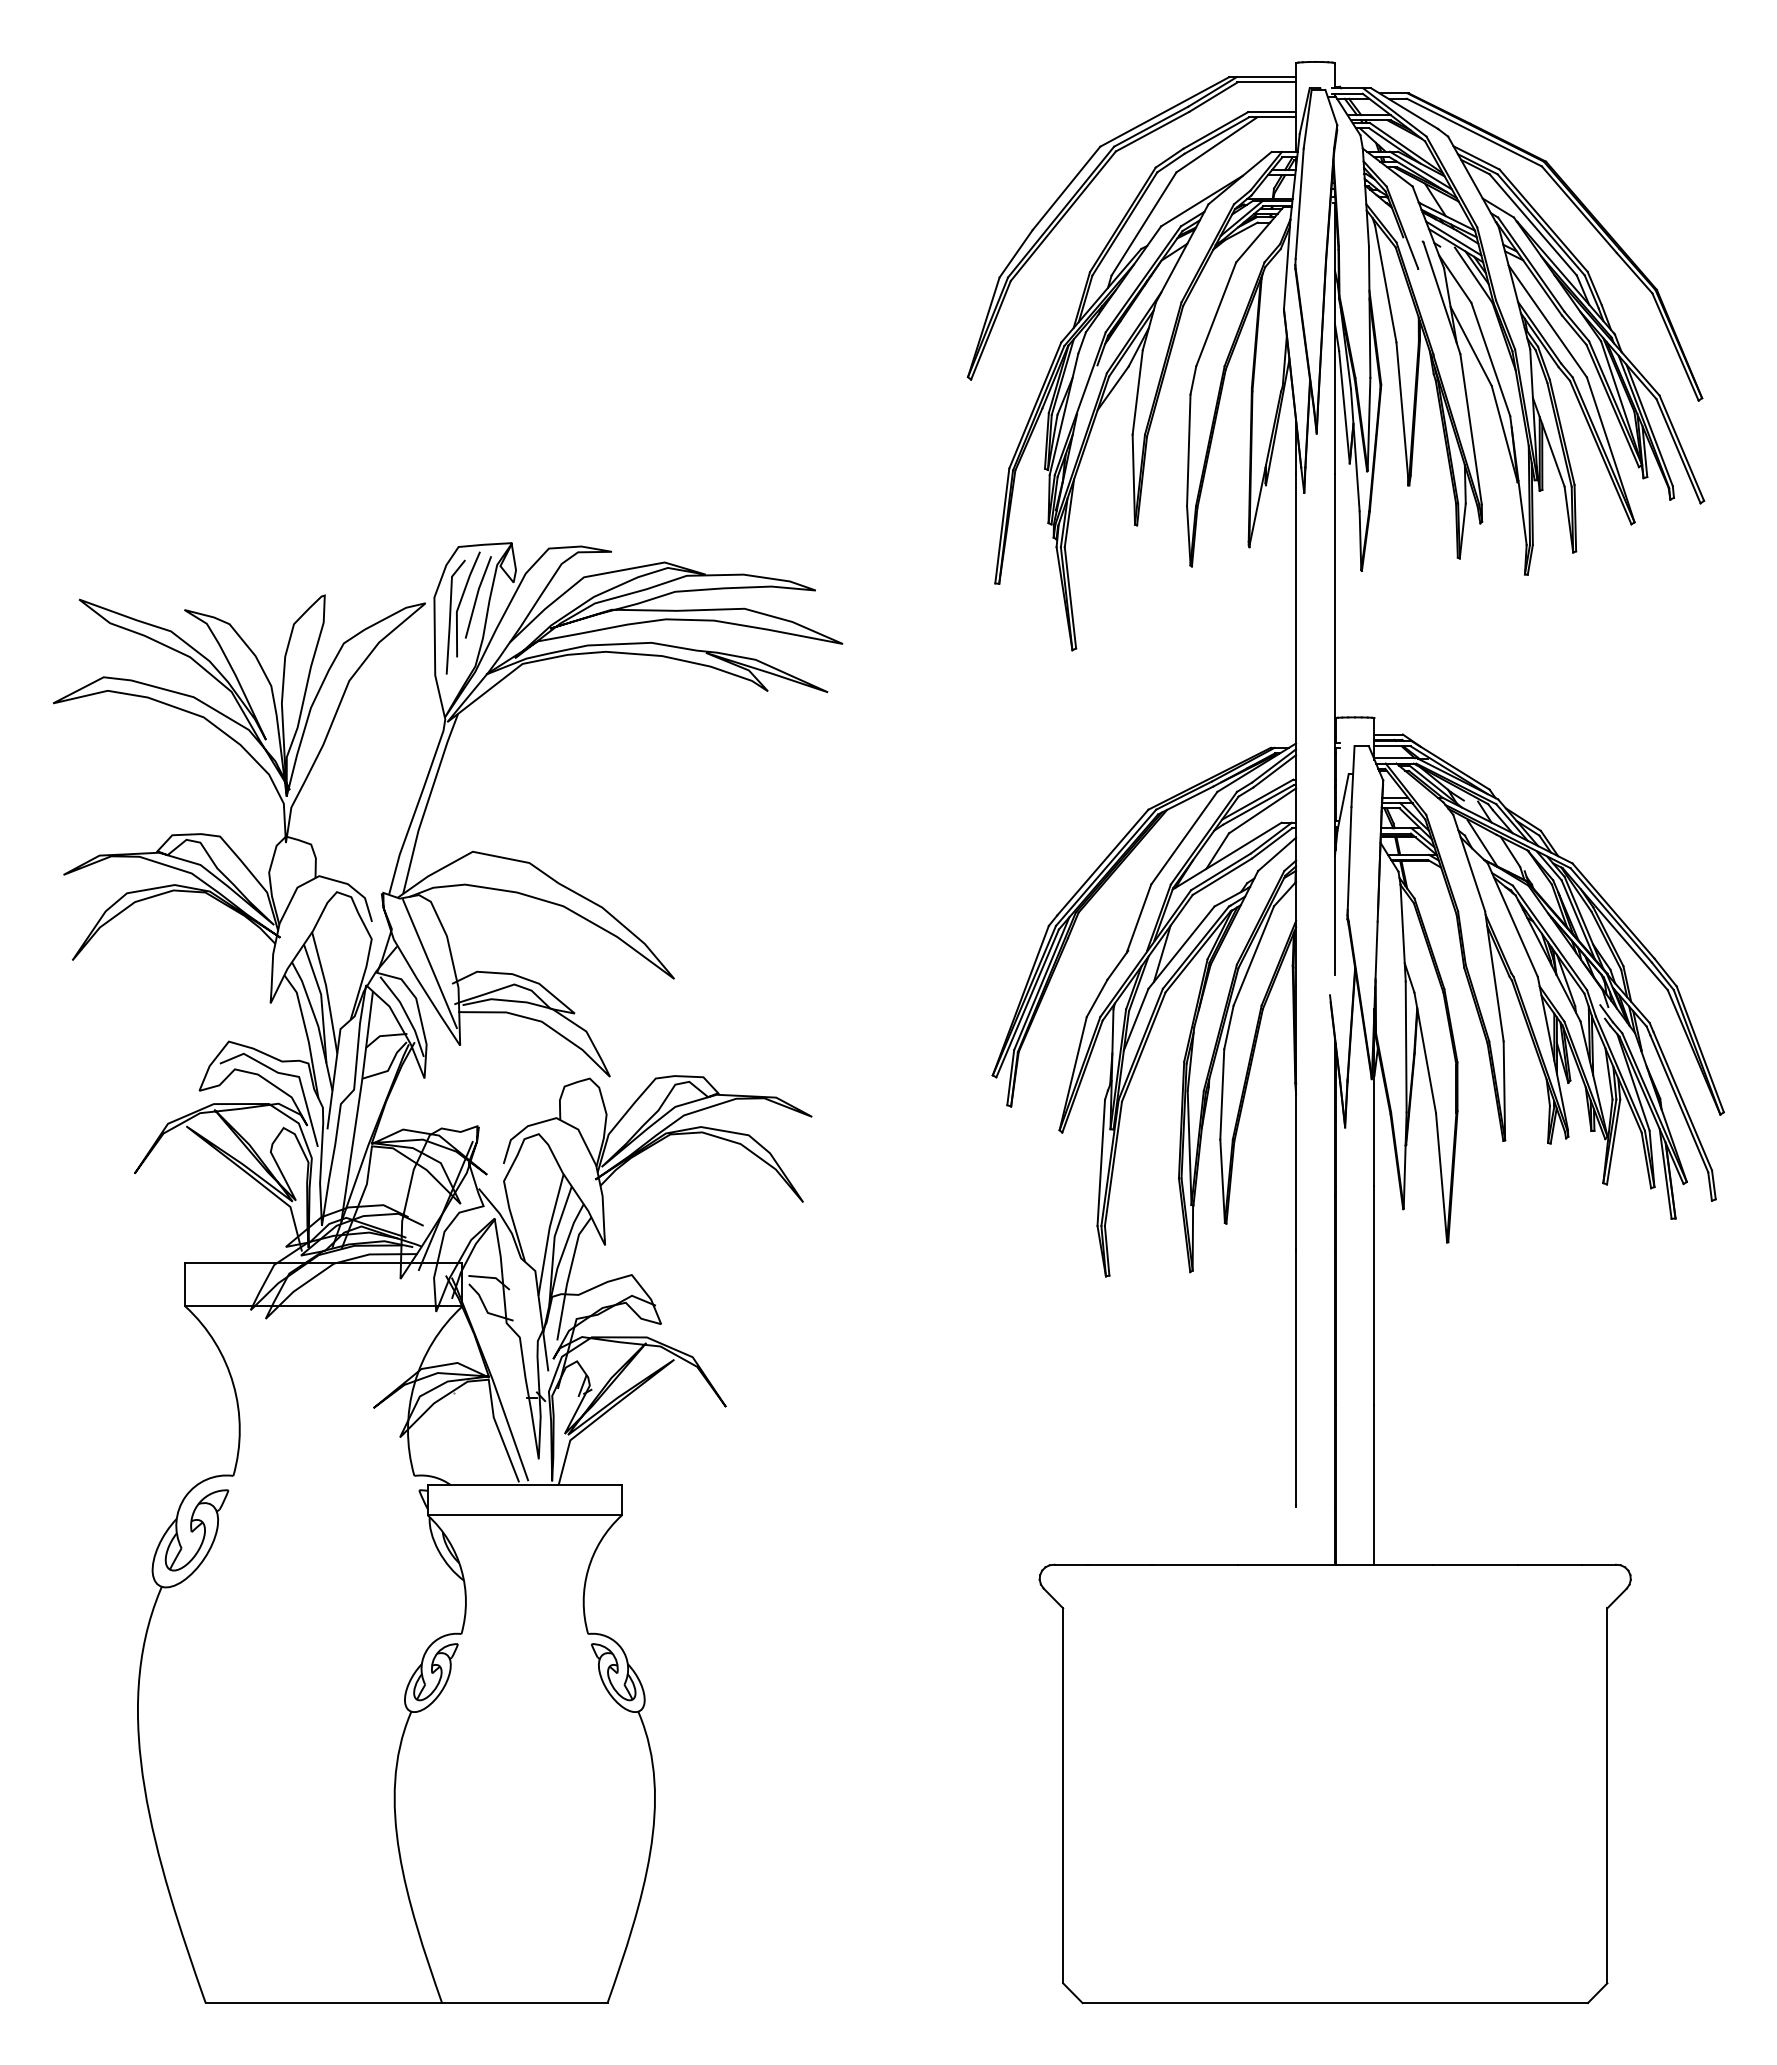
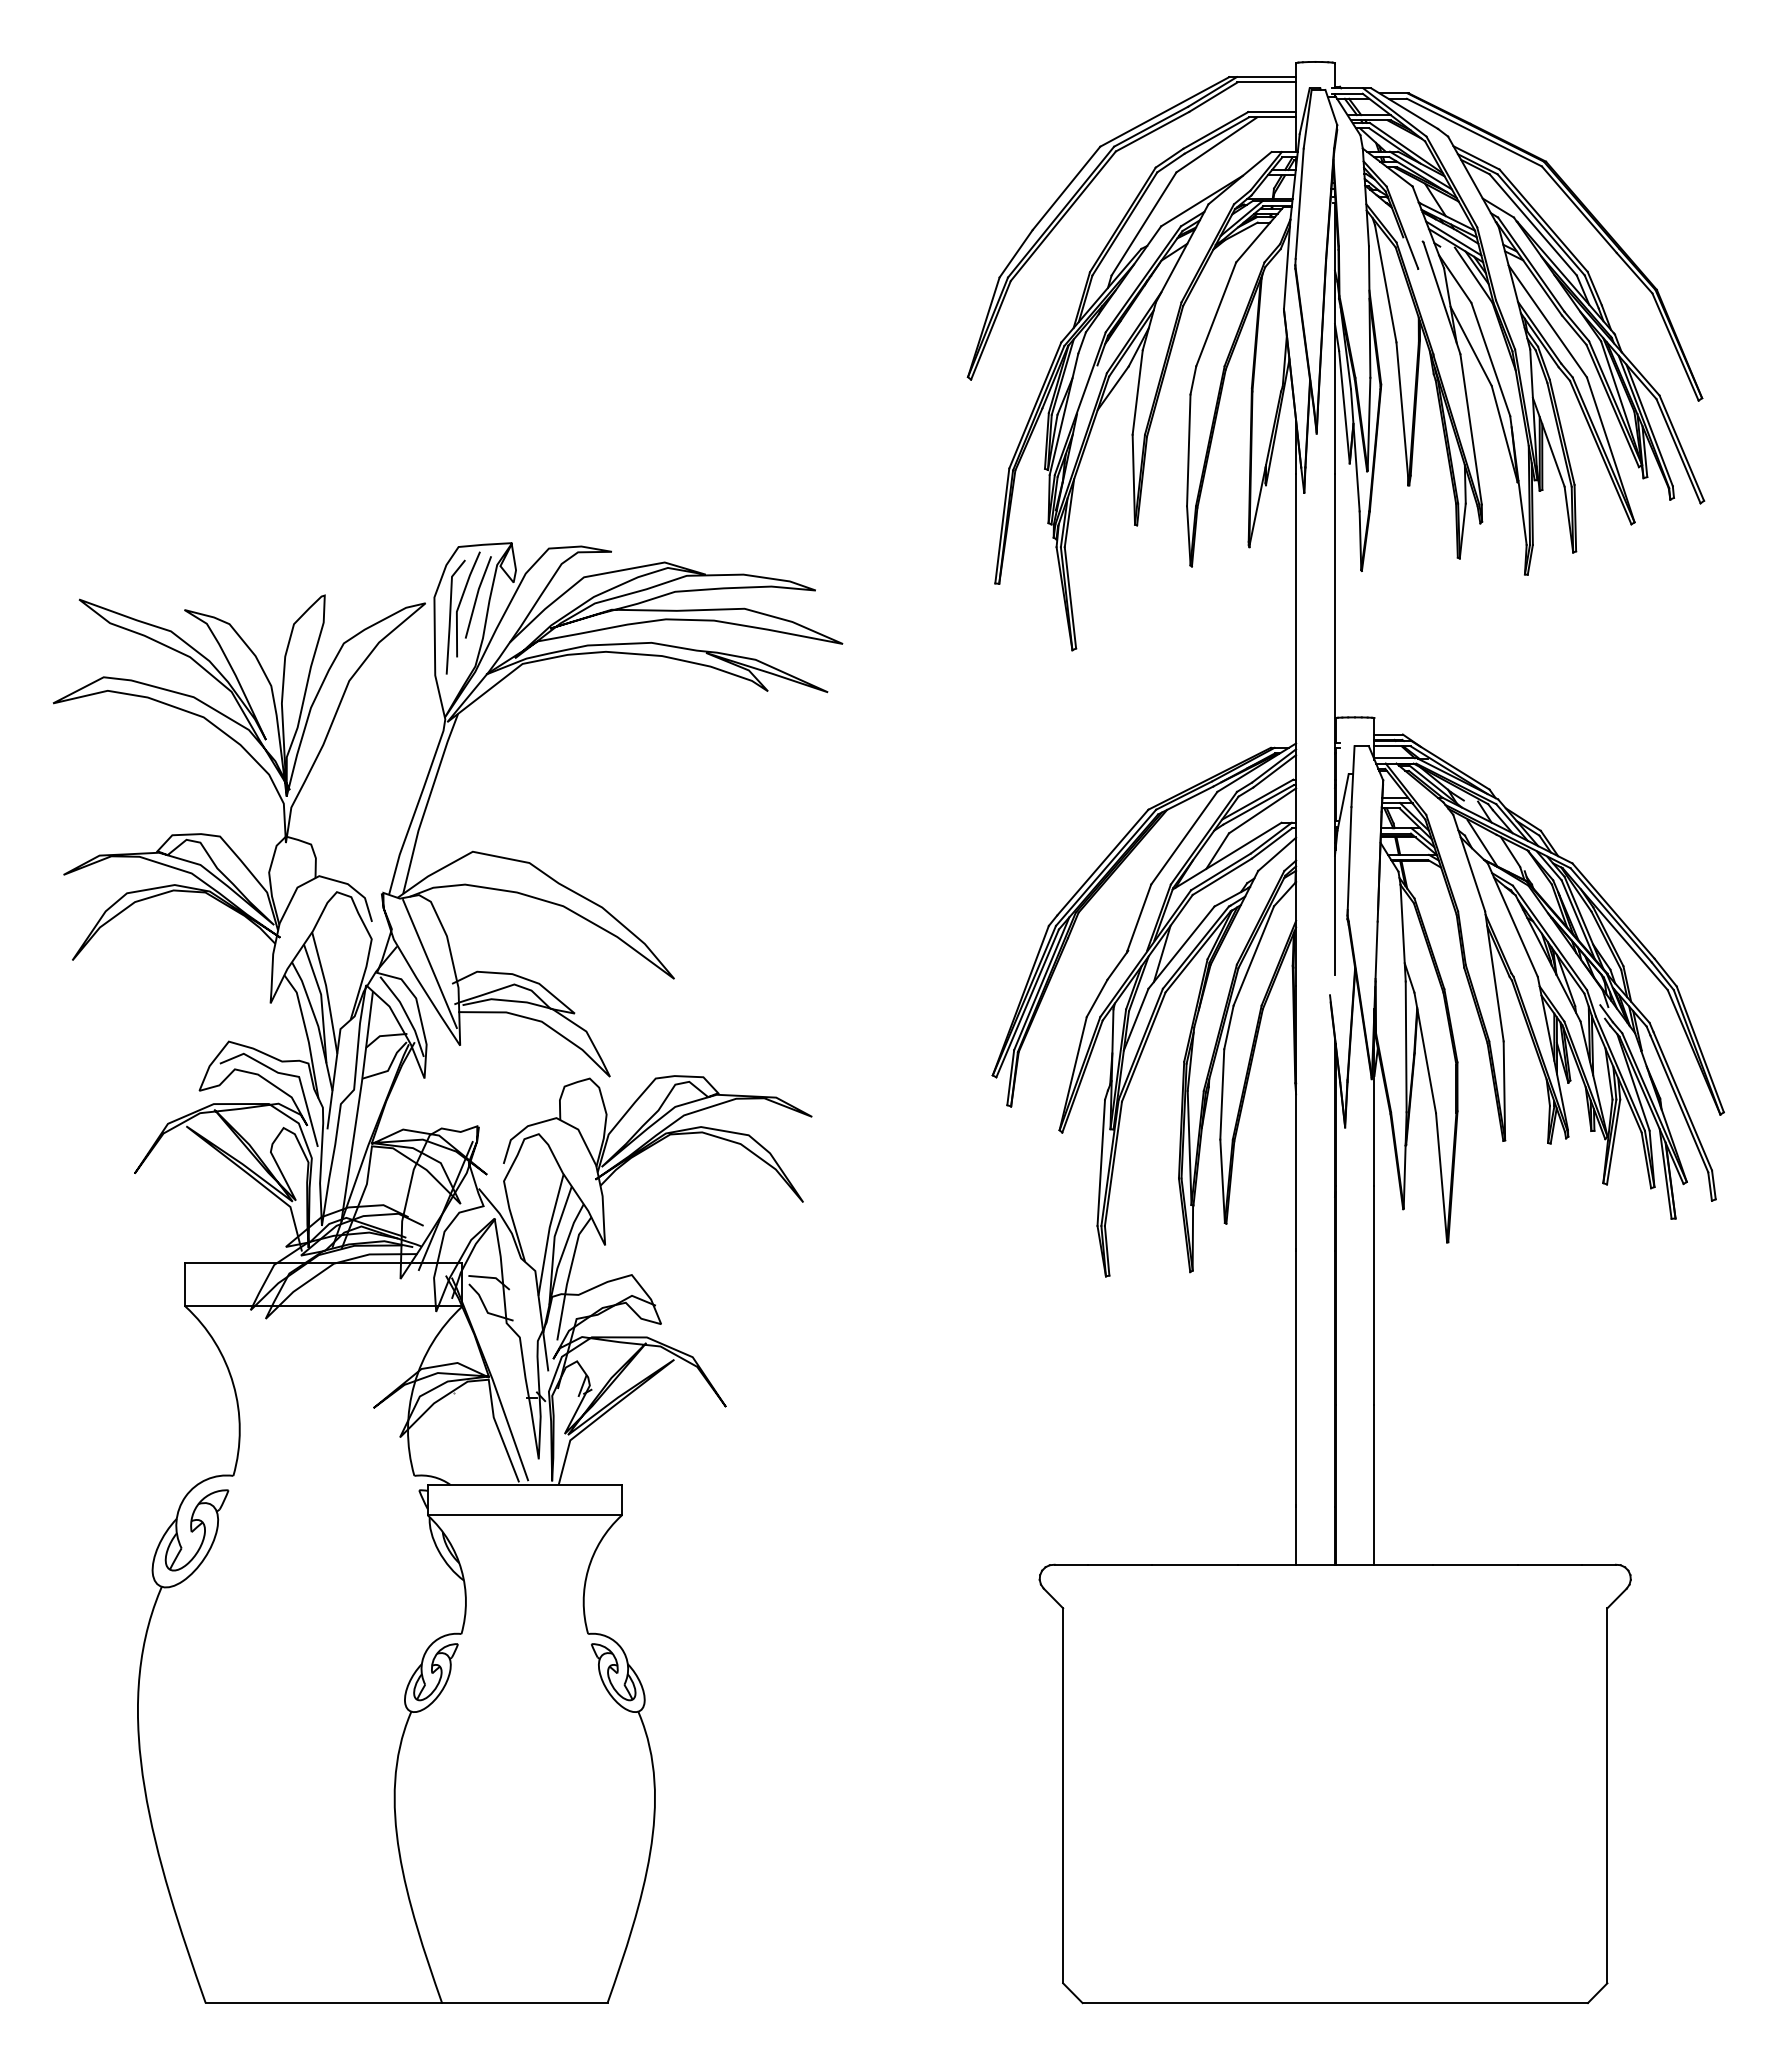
line at (1296, 1535): none -> present
